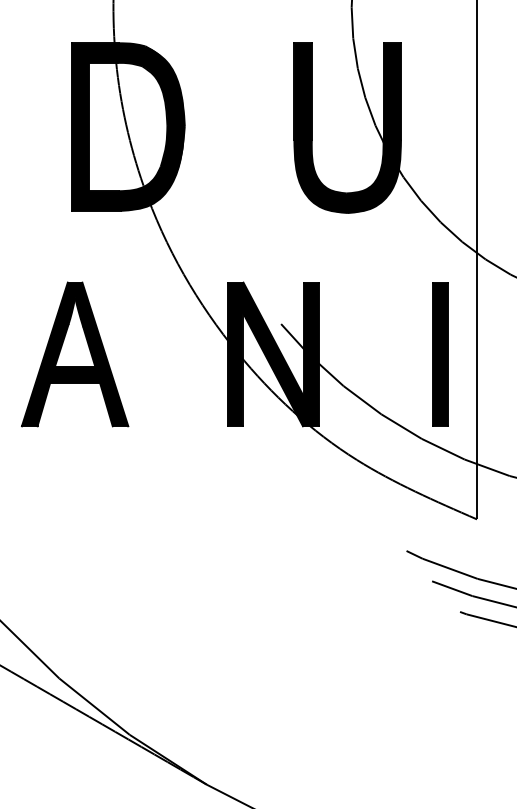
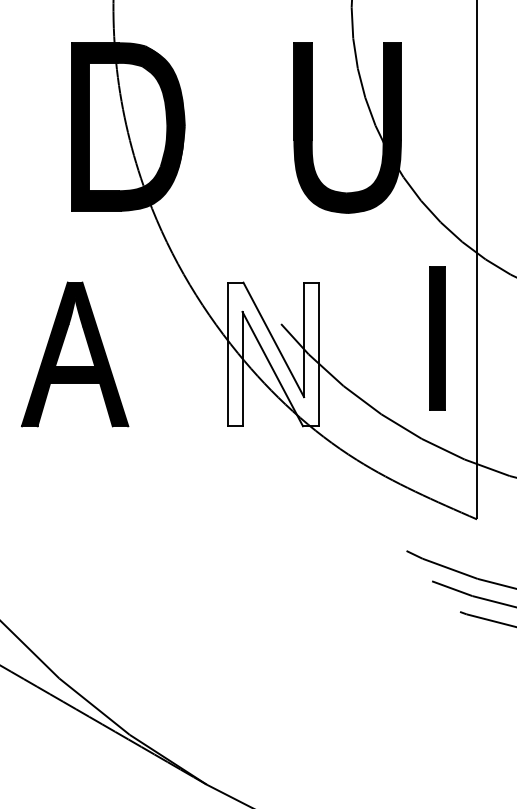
fill at (272, 354): present -> none
part at (440, 354) position: (440, 354) -> (437, 338)
